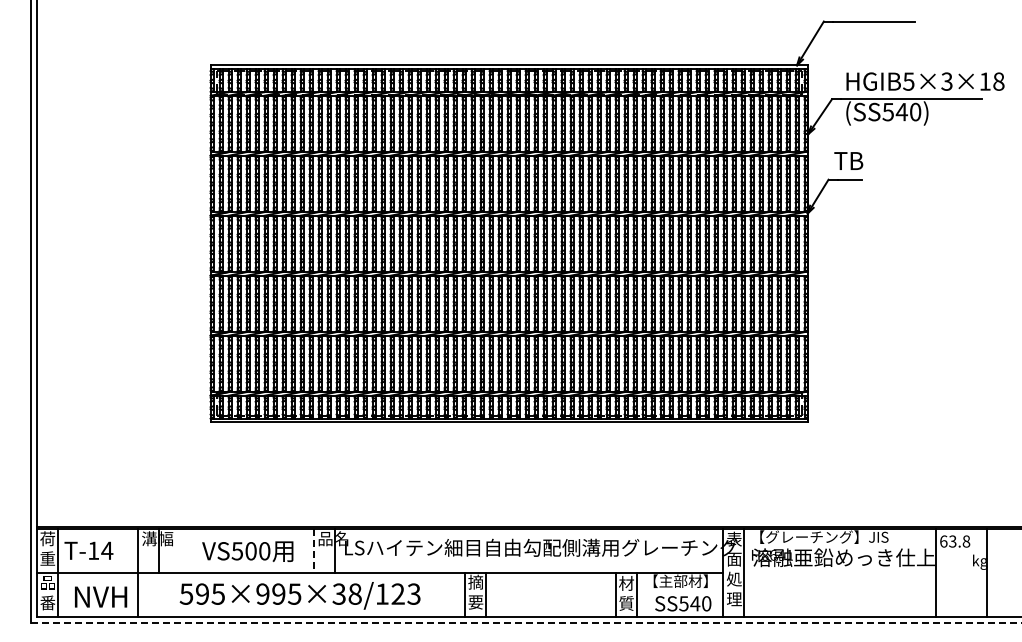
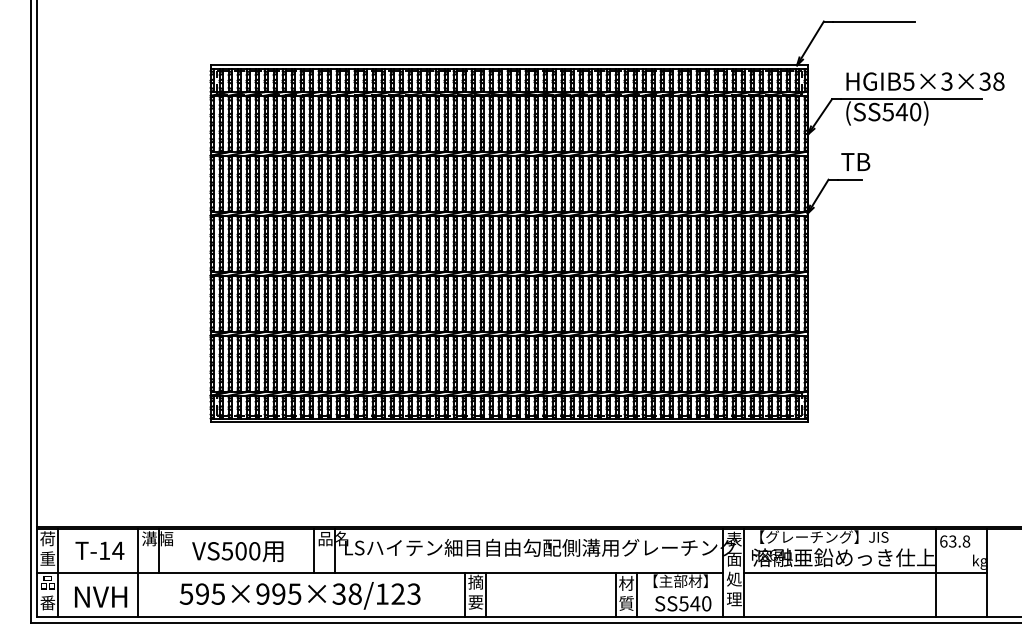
text at (984, 81): HGIB5×3×18 -> HGIB5×3×38
text at (848, 160) position: (848, 160) -> (855, 161)
text at (88, 550) position: (88, 550) -> (99, 550)
text at (247, 551) position: (247, 551) -> (237, 551)
line at (314, 551): dashed -> solid
line at (864, 572): none -> present
line at (526, 622): dashed -> solid
